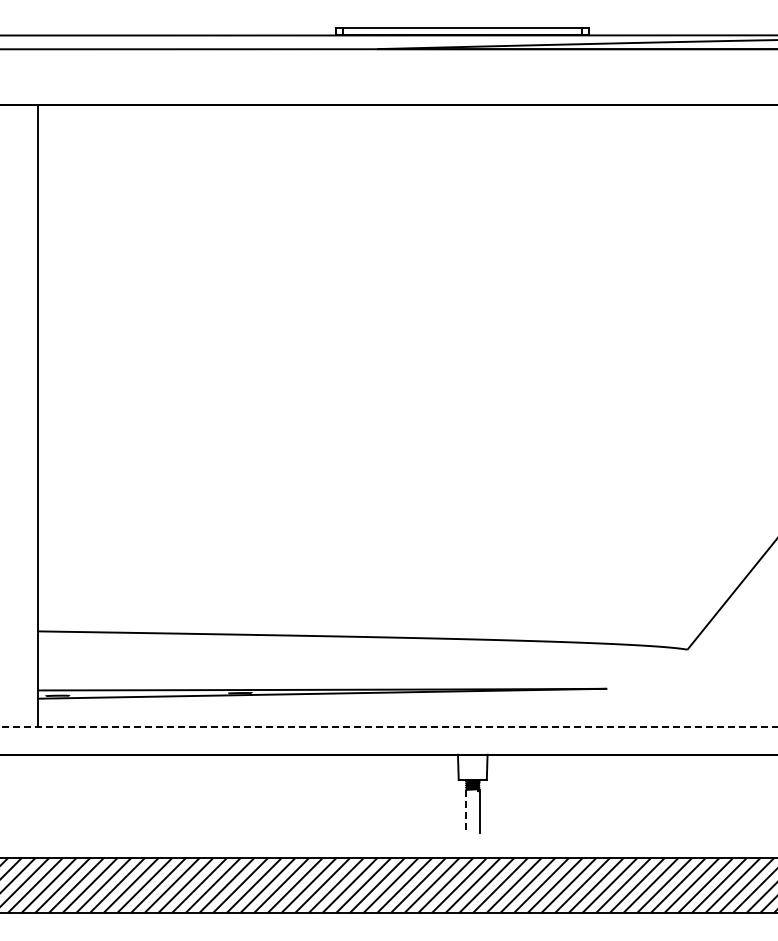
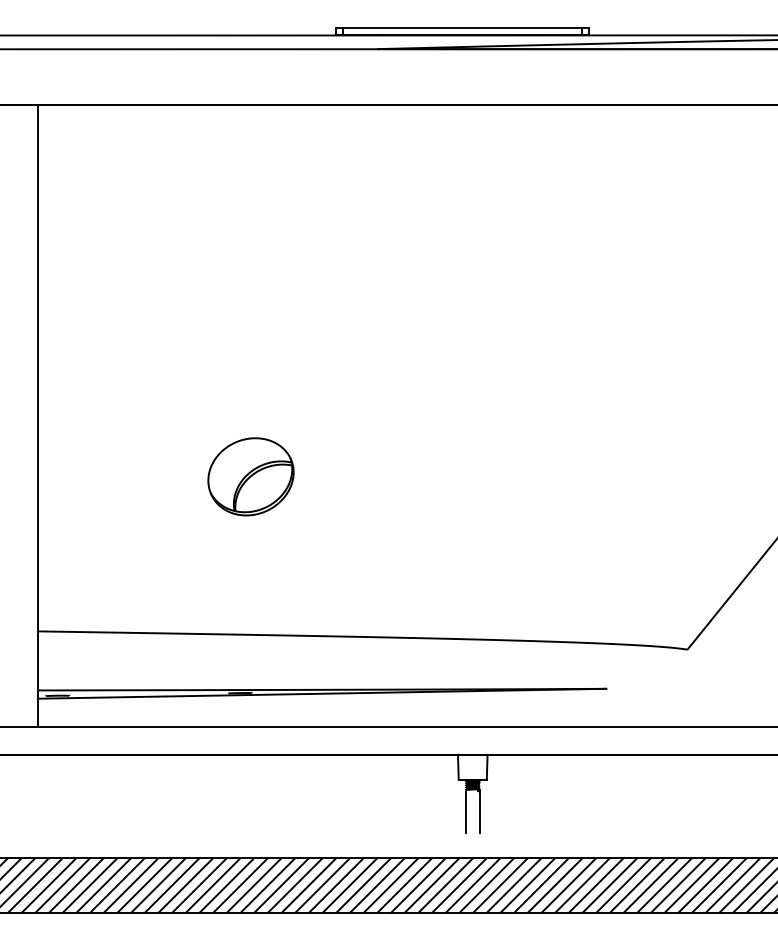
part at (250, 476): none -> present
line at (388, 726): dashed -> solid
line at (465, 811): dashed -> solid
